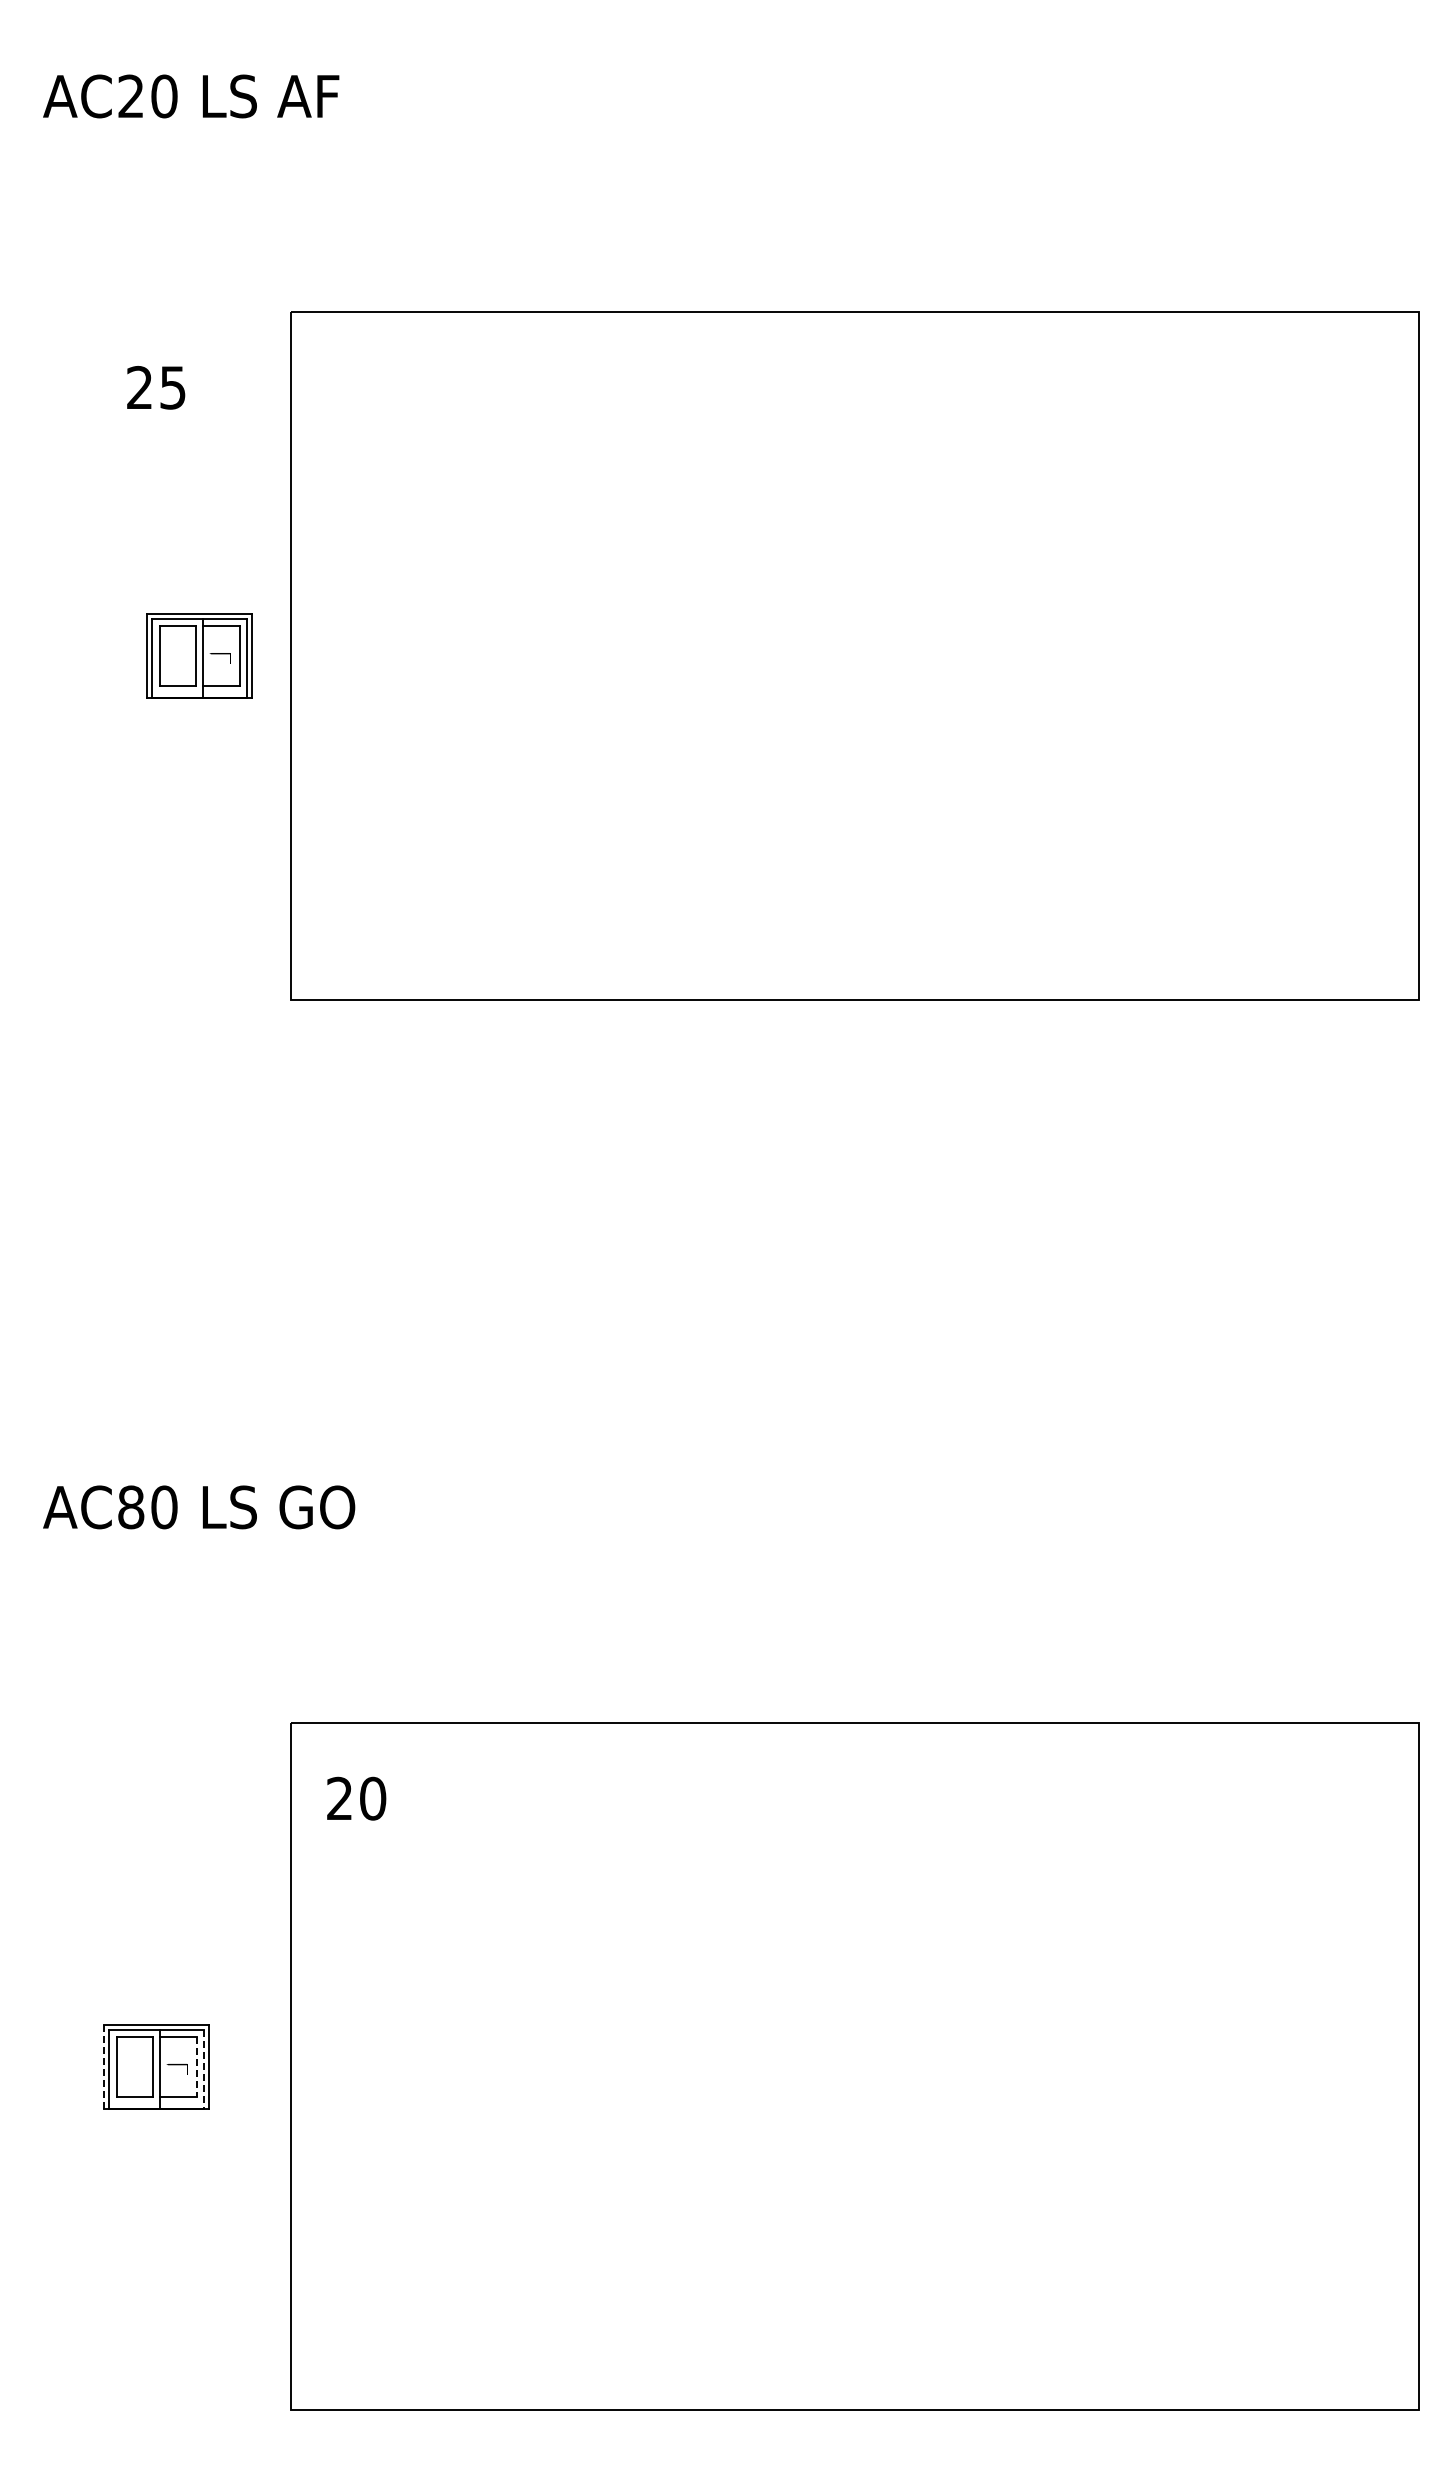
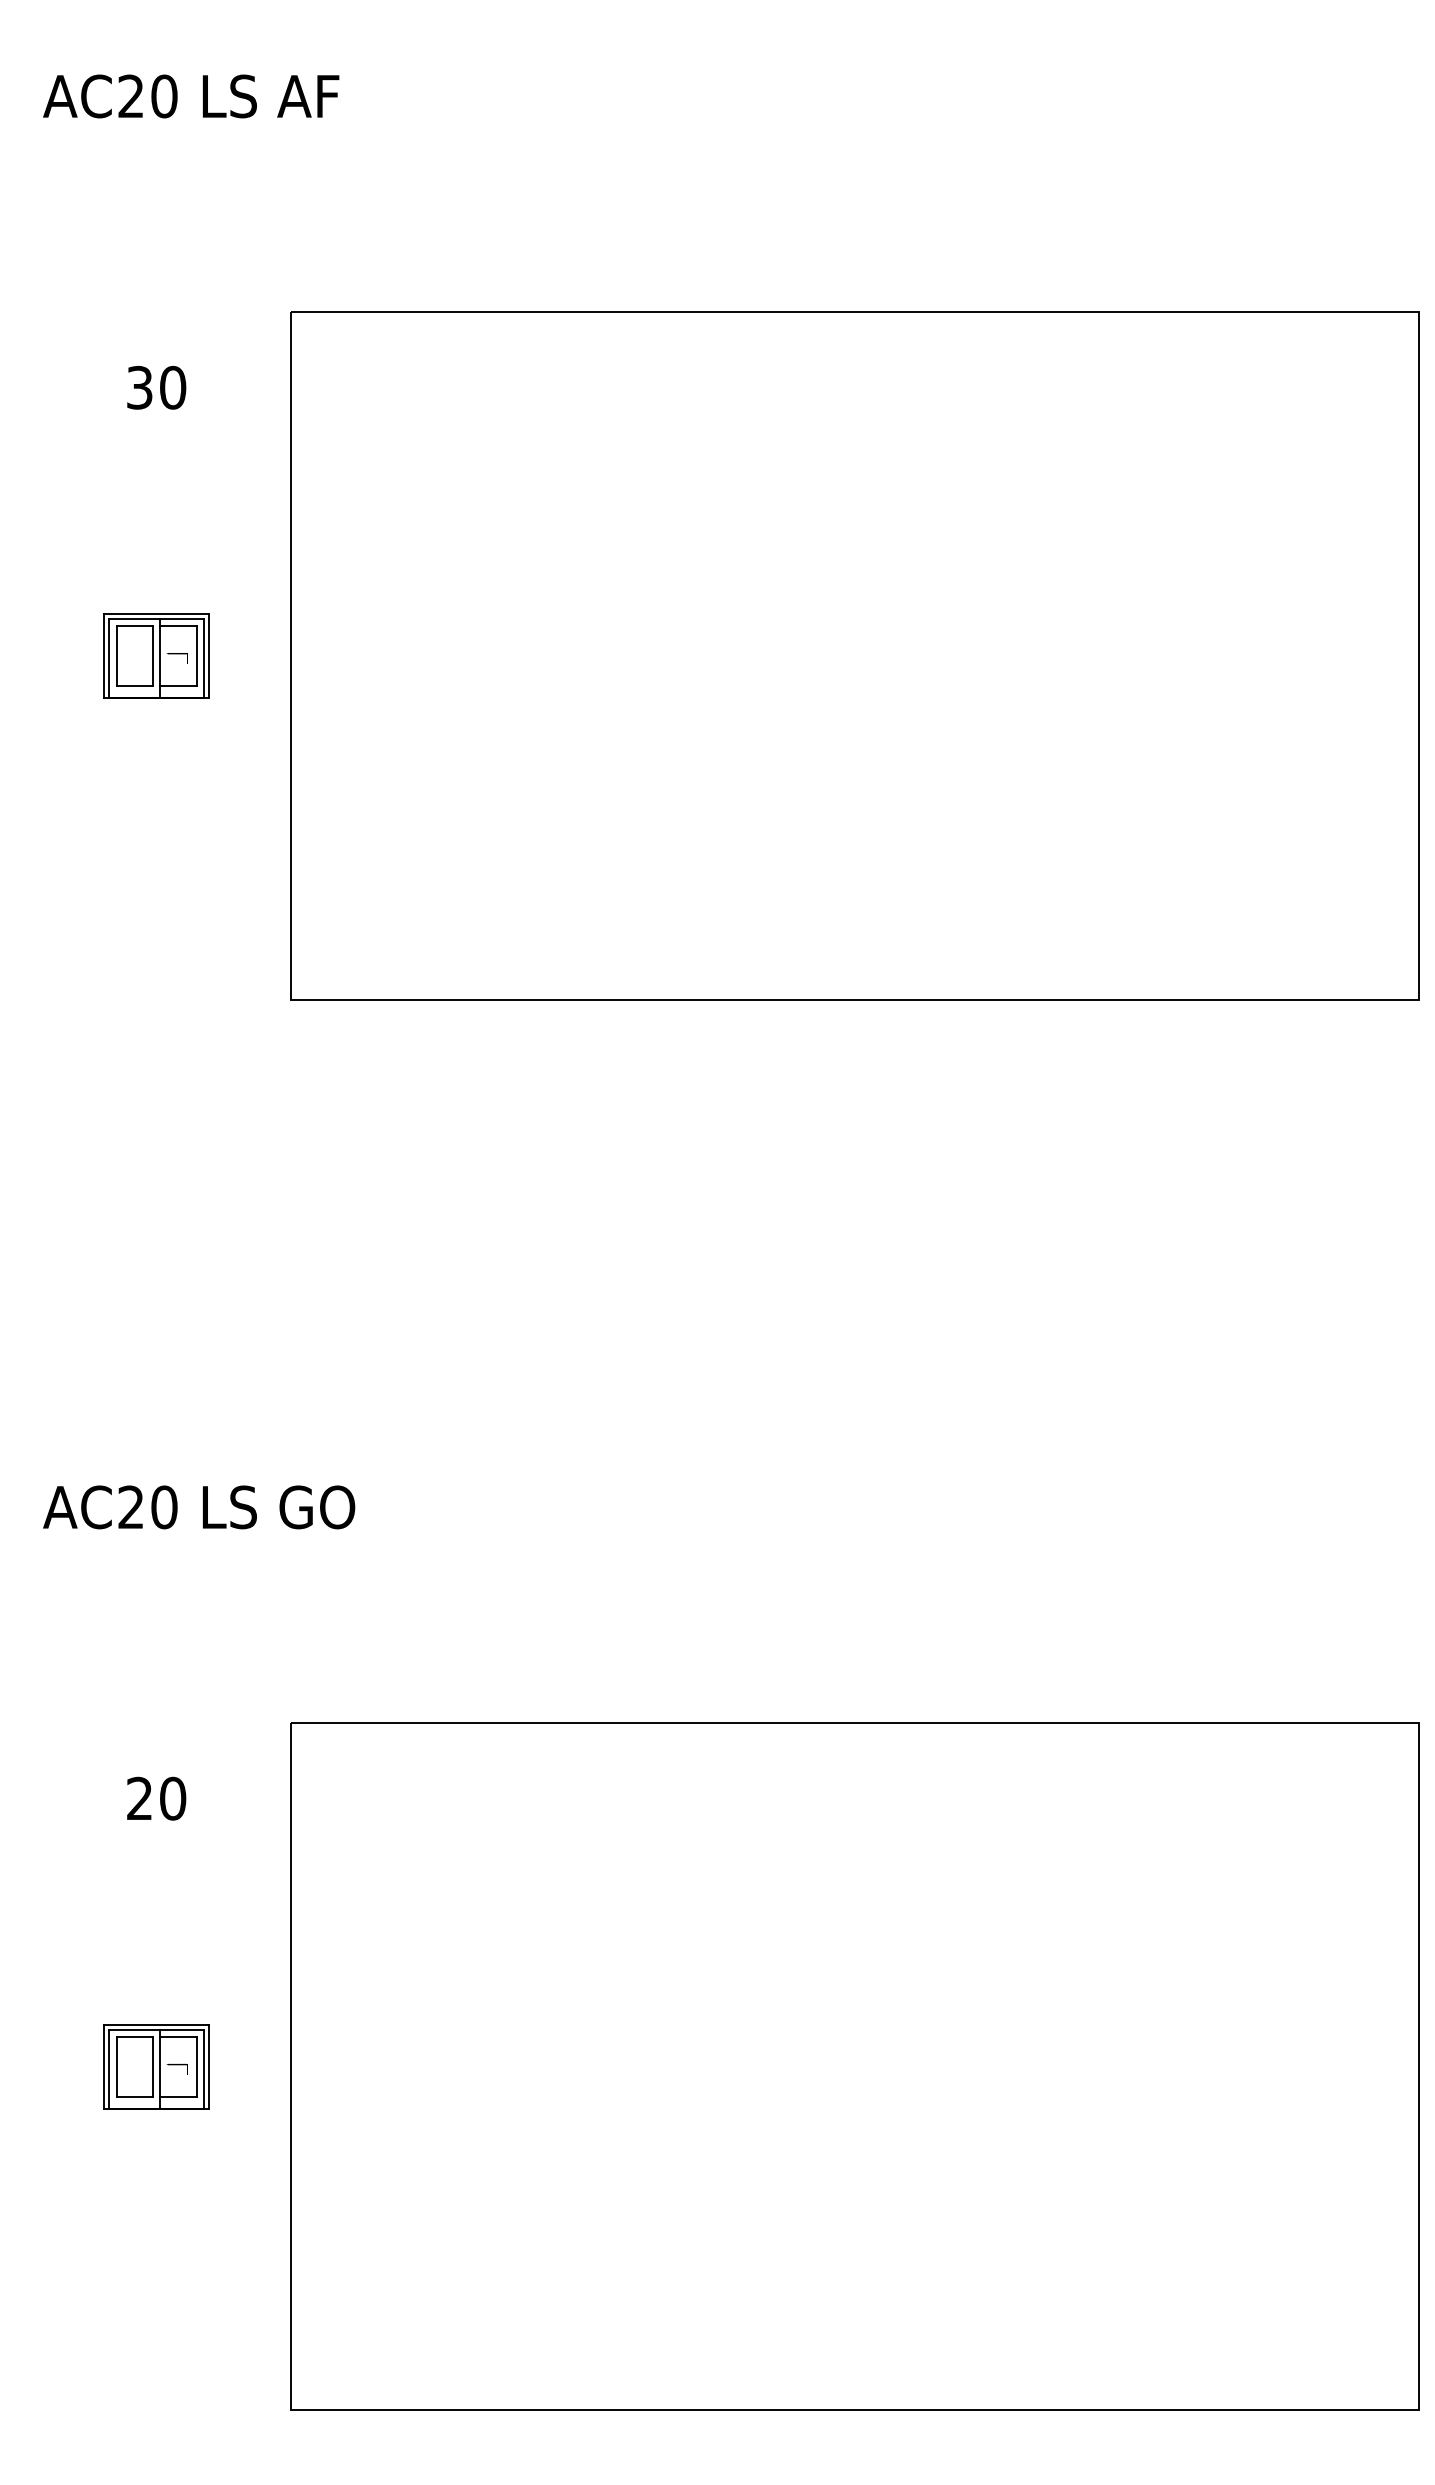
text at (156, 387): 25 -> 30
part at (199, 655) position: (199, 655) -> (156, 655)
text at (131, 1507): AC80 -> AC20
text at (356, 1798) position: (356, 1798) -> (156, 1798)
line at (197, 2066): dashed -> solid
line at (103, 2067): dashed -> solid
line at (204, 2069): dashed -> solid
